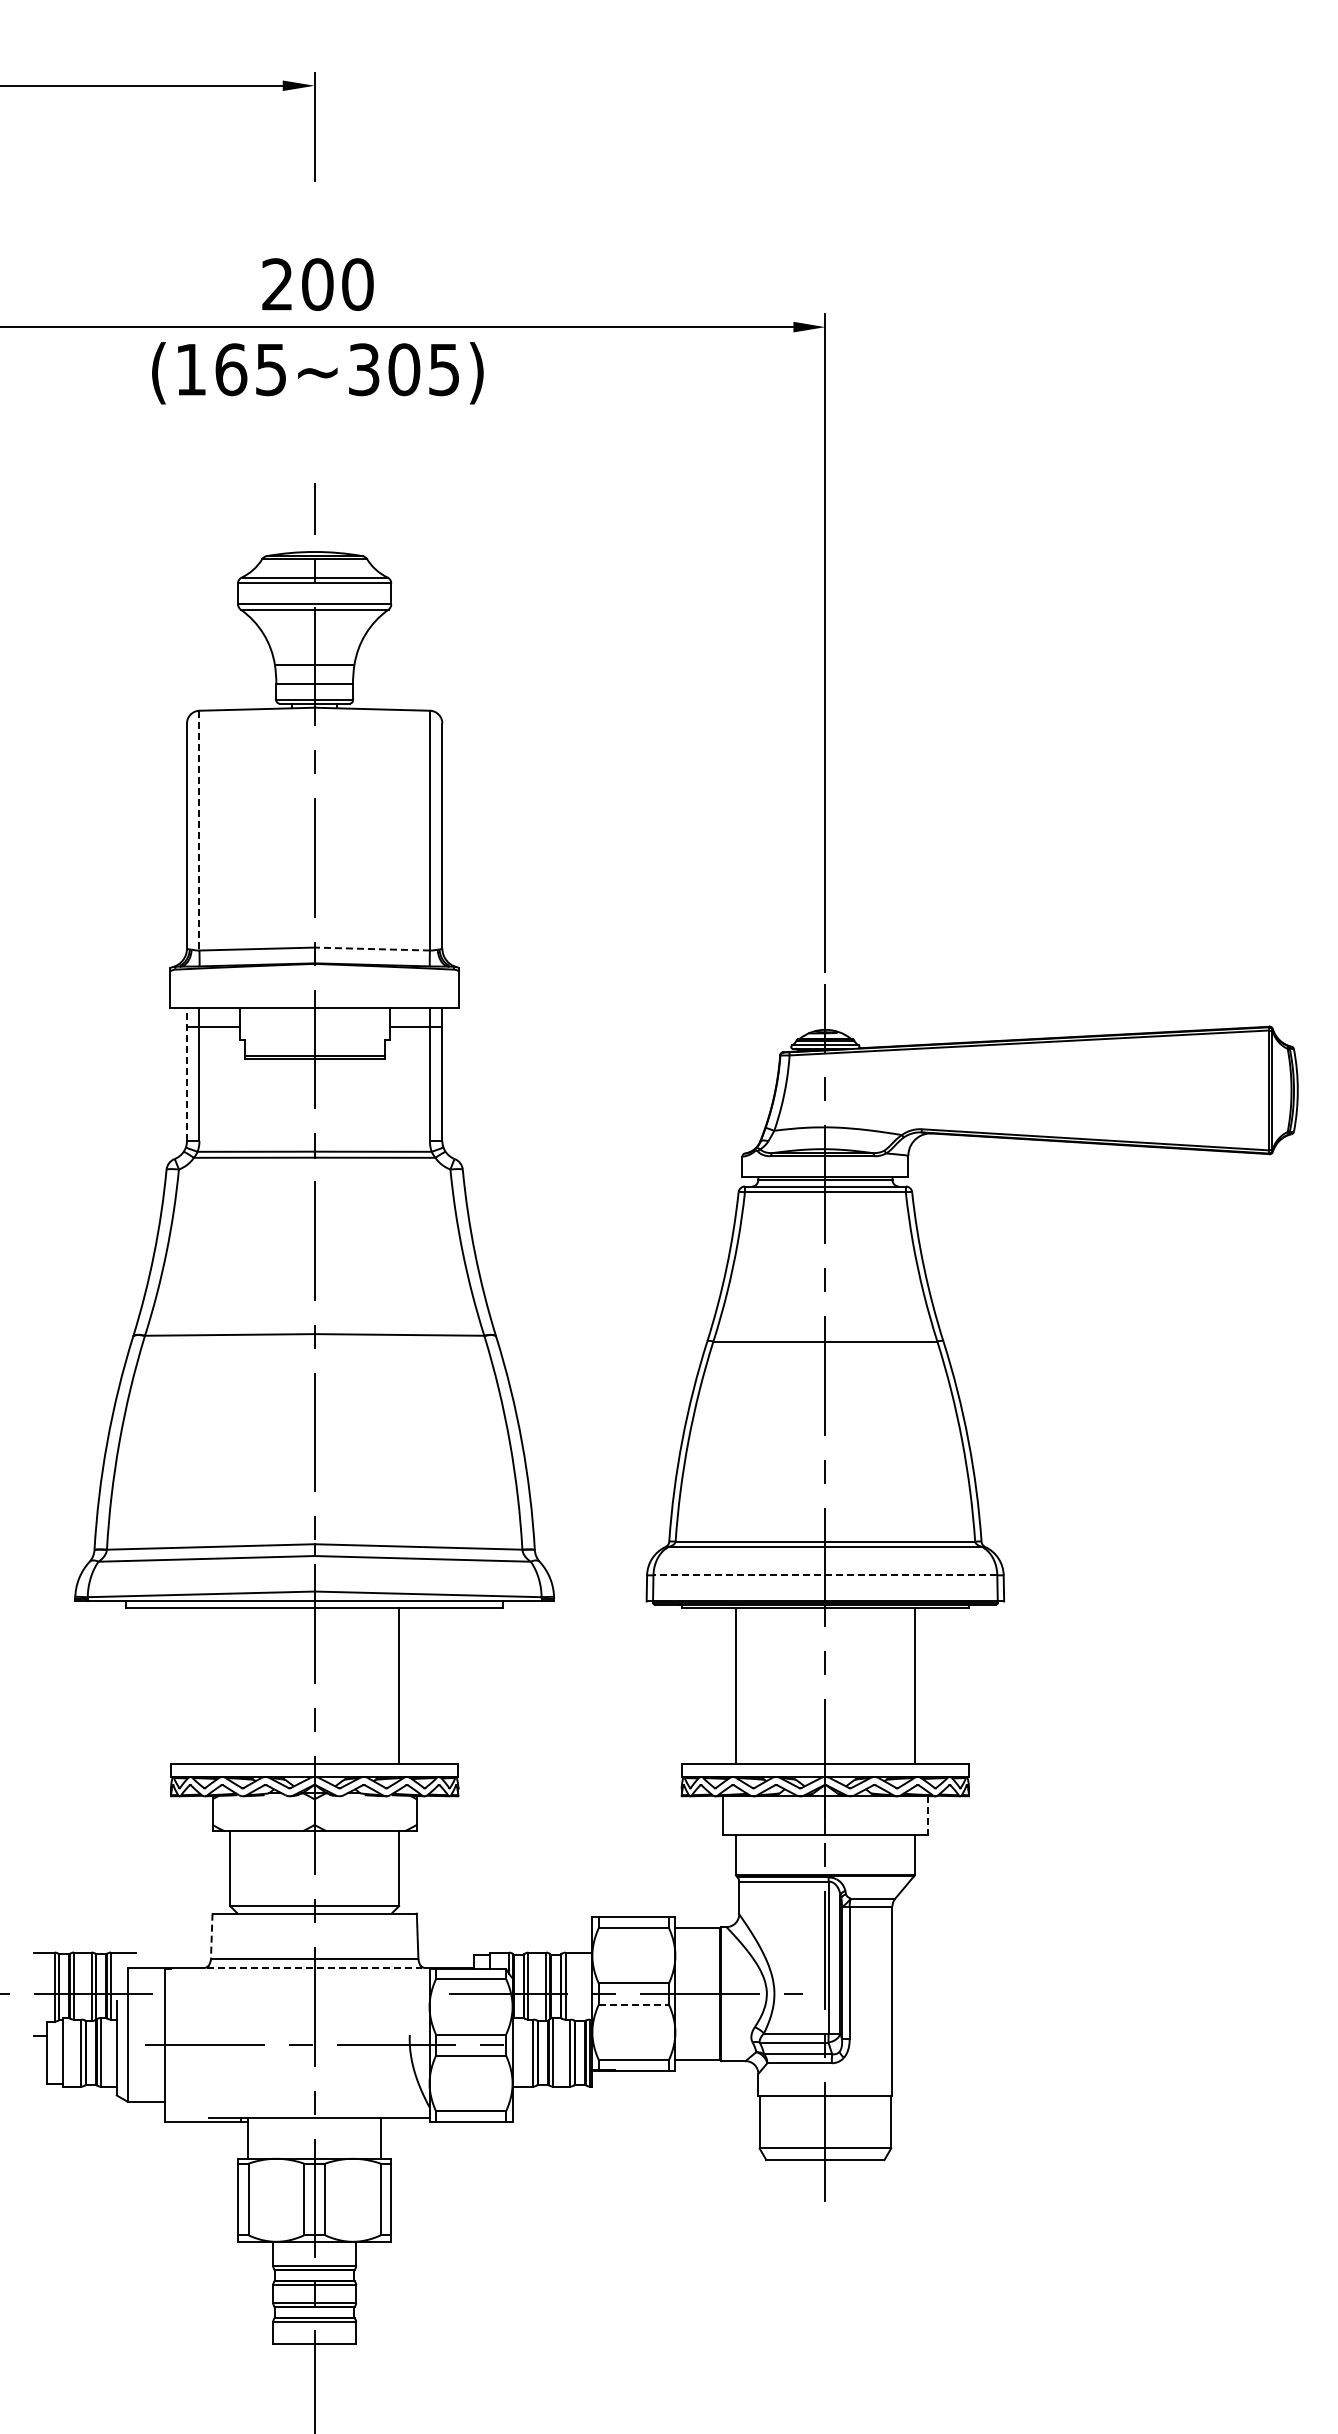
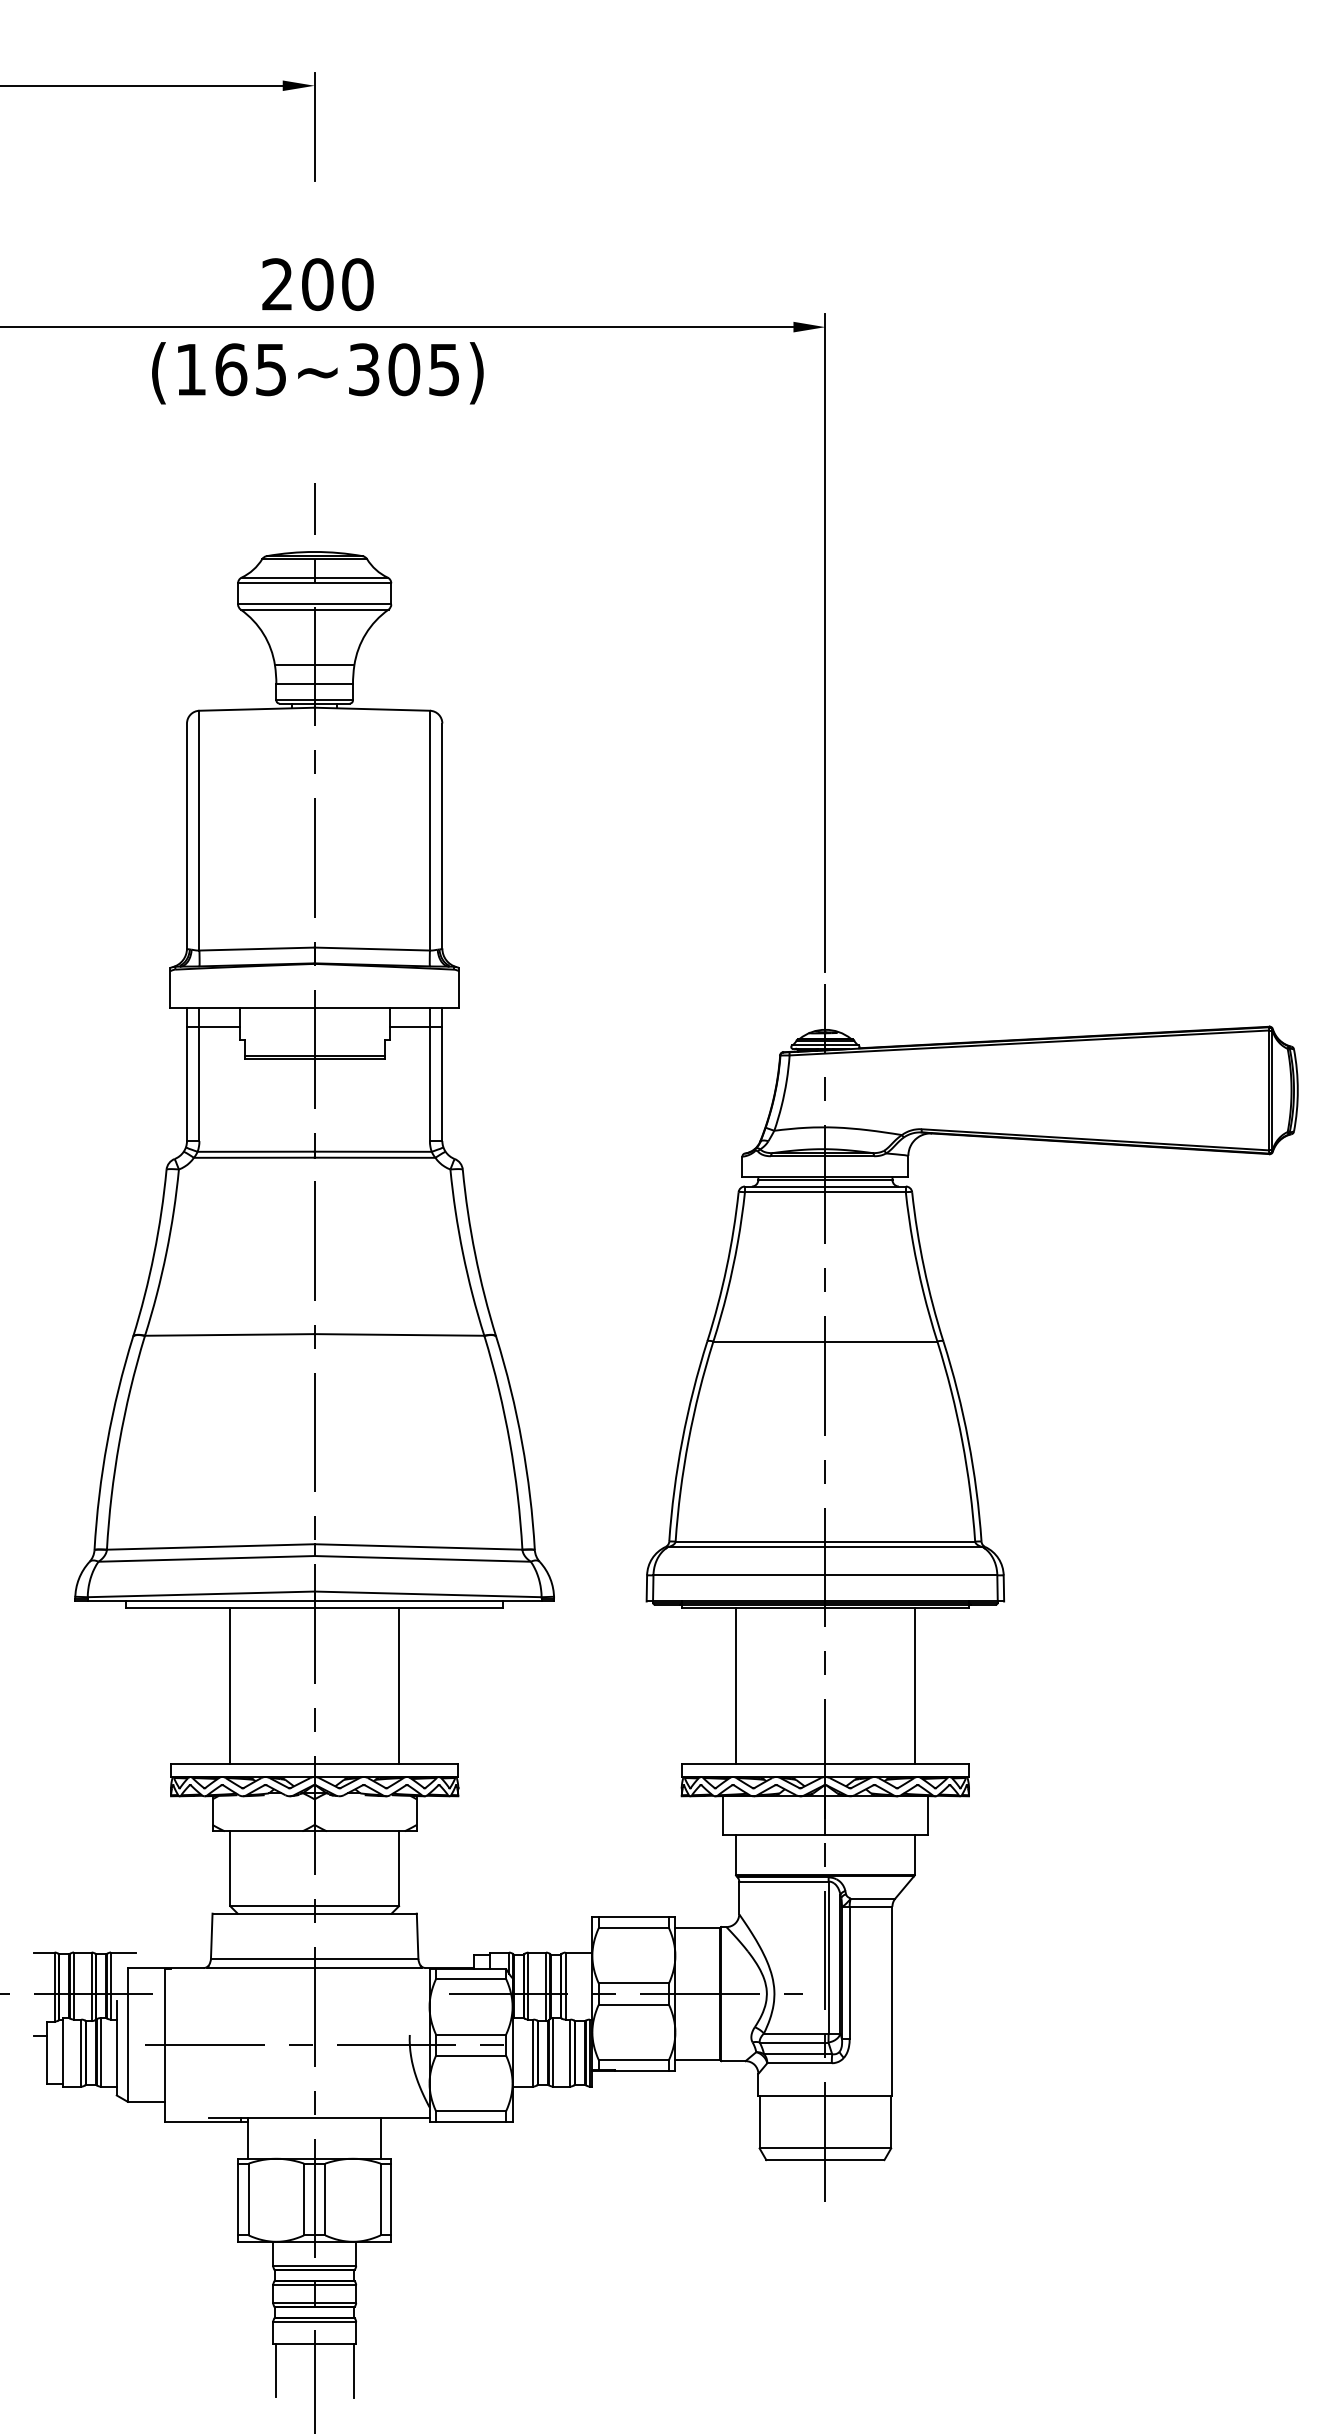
line at (199, 830): dashed -> solid
line at (372, 949): dashed -> solid
line at (187, 1074): dashed -> solid
line at (825, 1575): dashed -> solid
line at (230, 1685): none -> present
line at (927, 1815): dashed -> solid
line at (211, 1936): dashed -> solid
line at (314, 1968): dashed -> solid
line at (634, 2004): dashed -> solid
line at (275, 2369): none -> present
line at (353, 2370): none -> present
